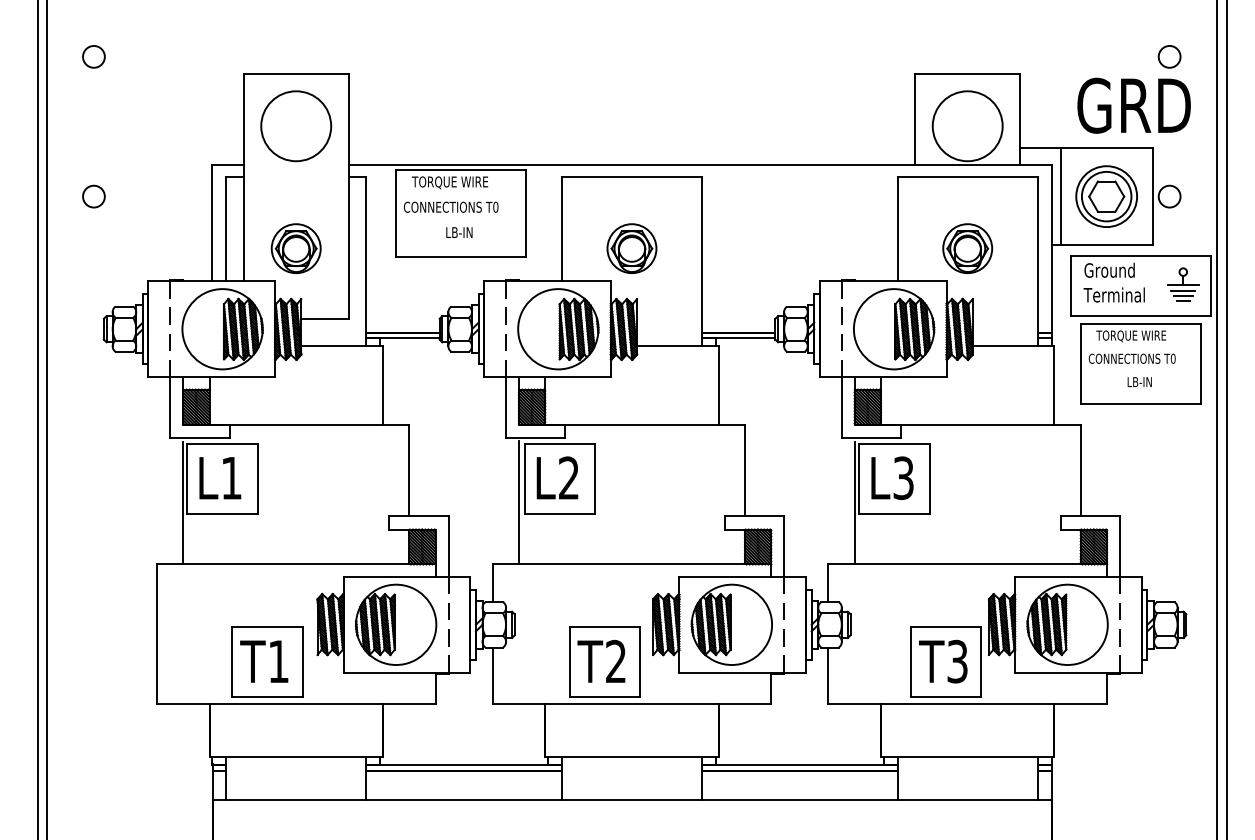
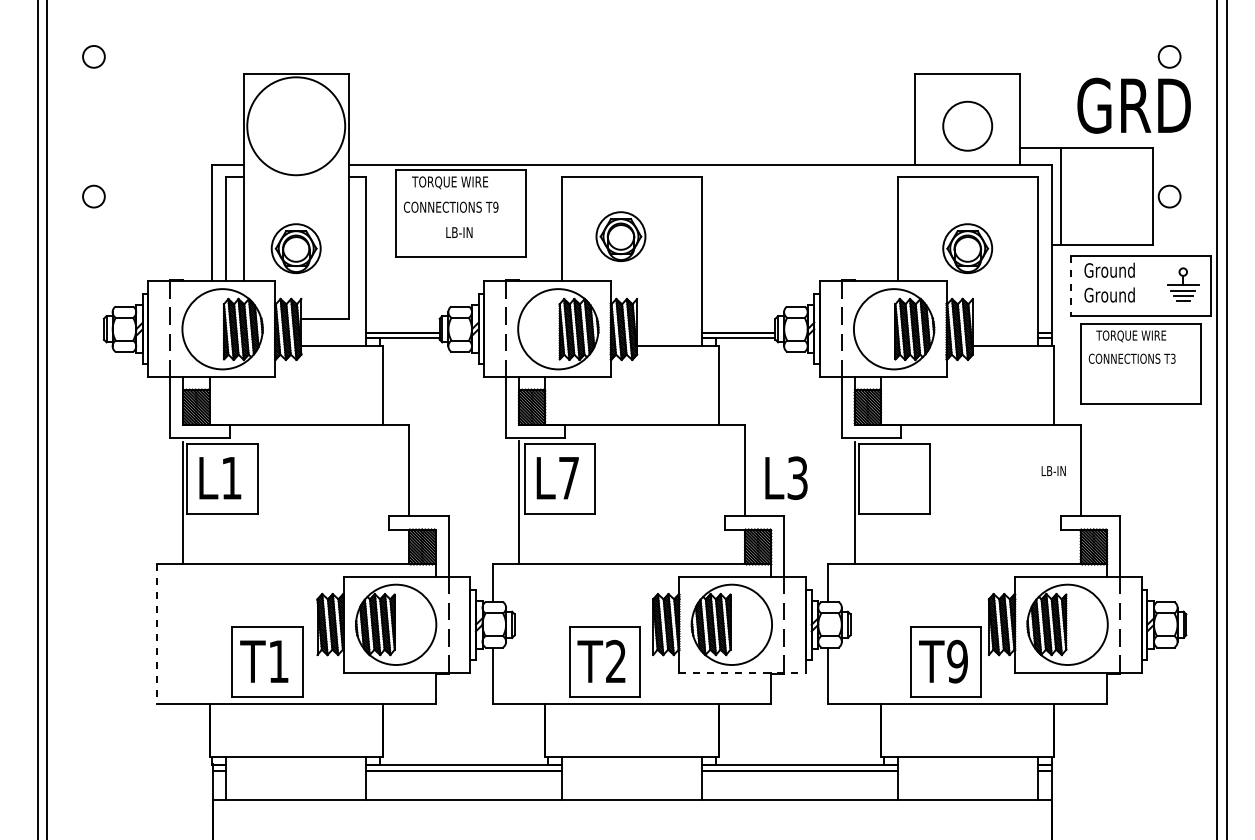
circle at (296, 126) diameter: 70 px -> 98 px
circle at (967, 126) diameter: 70 px -> 49 px
part at (1106, 196): present -> none
text at (495, 207): T0 -> T9
part at (631, 248) position: (631, 248) -> (620, 236)
line at (1071, 285): solid -> dashed
text at (1113, 294): Terminal -> Ground
text at (1172, 358): T0 -> T3
text at (1139, 381) position: (1139, 381) -> (1053, 470)
text at (568, 477): L2 -> L7
text at (892, 477) position: (892, 477) -> (786, 477)
line at (156, 634): solid -> dashed
text at (957, 661): T3 -> T9
line at (743, 672): solid -> dashed
